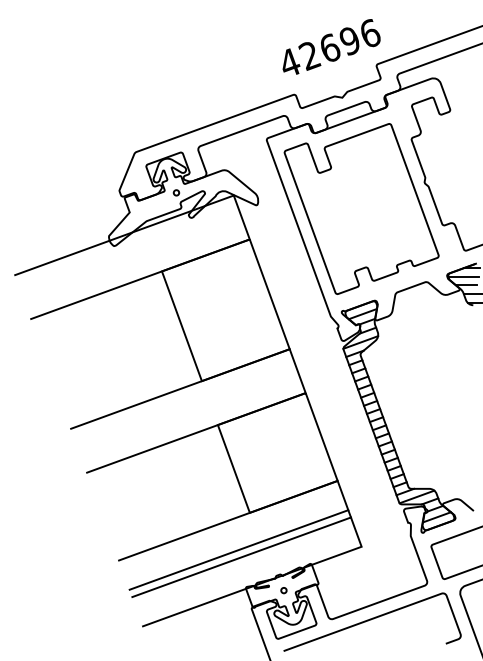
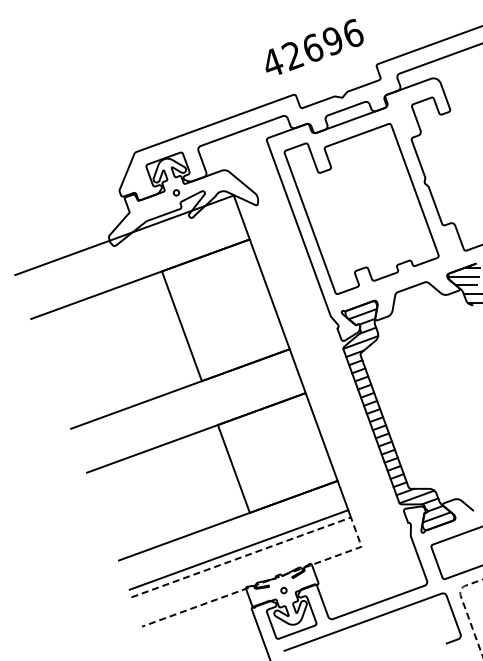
text at (331, 46) position: (331, 46) -> (314, 46)
line at (356, 532): solid -> dashed
line at (464, 606): solid -> dashed
